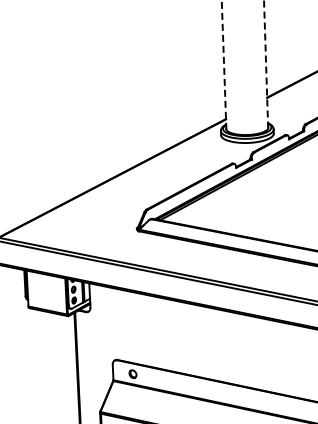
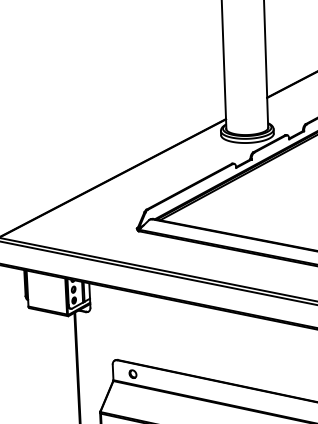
line at (266, 64): dashed -> solid
line at (224, 65): dashed -> solid
